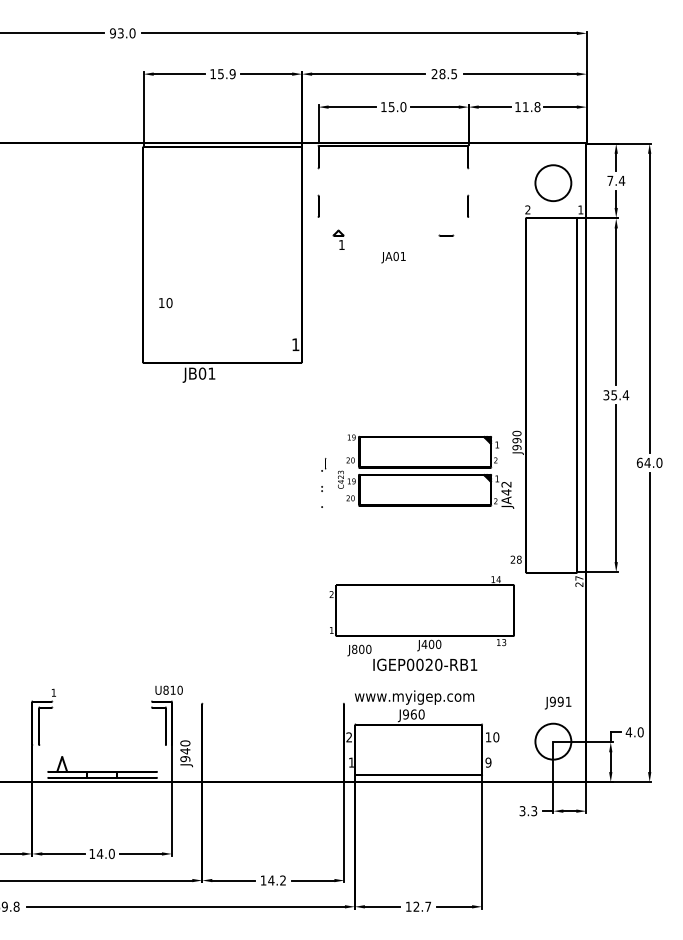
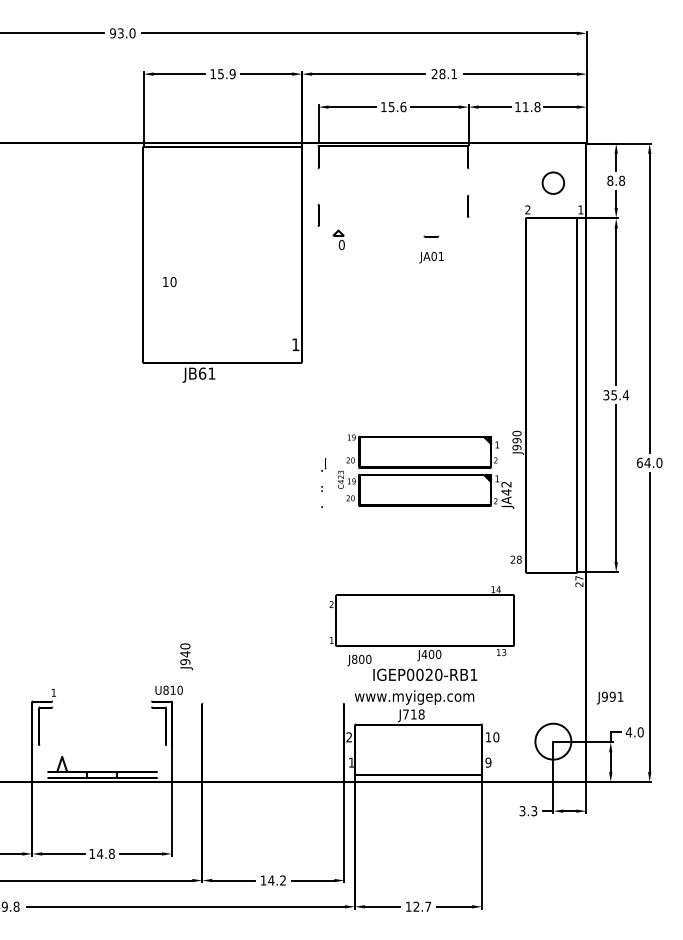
text at (453, 74): 28.5 -> 28.1
text at (403, 106): 15.0 -> 15.6
text at (615, 180): 7.4 -> 8.8
circle at (553, 183) diameter: 36 px -> 22 px
line at (318, 205) position: (318, 205) -> (318, 214)
line at (446, 235) position: (446, 235) -> (431, 236)
text at (341, 245): 1 -> 0
text at (393, 257) position: (393, 257) -> (431, 257)
text at (165, 303) position: (165, 303) -> (169, 282)
text at (202, 373): JB01 -> JB61
text at (421, 623) position: (421, 623) -> (421, 633)
text at (558, 702) position: (558, 702) -> (610, 697)
text at (413, 714): J960 -> J718
text at (186, 753) position: (186, 753) -> (186, 656)
text at (111, 853): 14.0 -> 14.8
